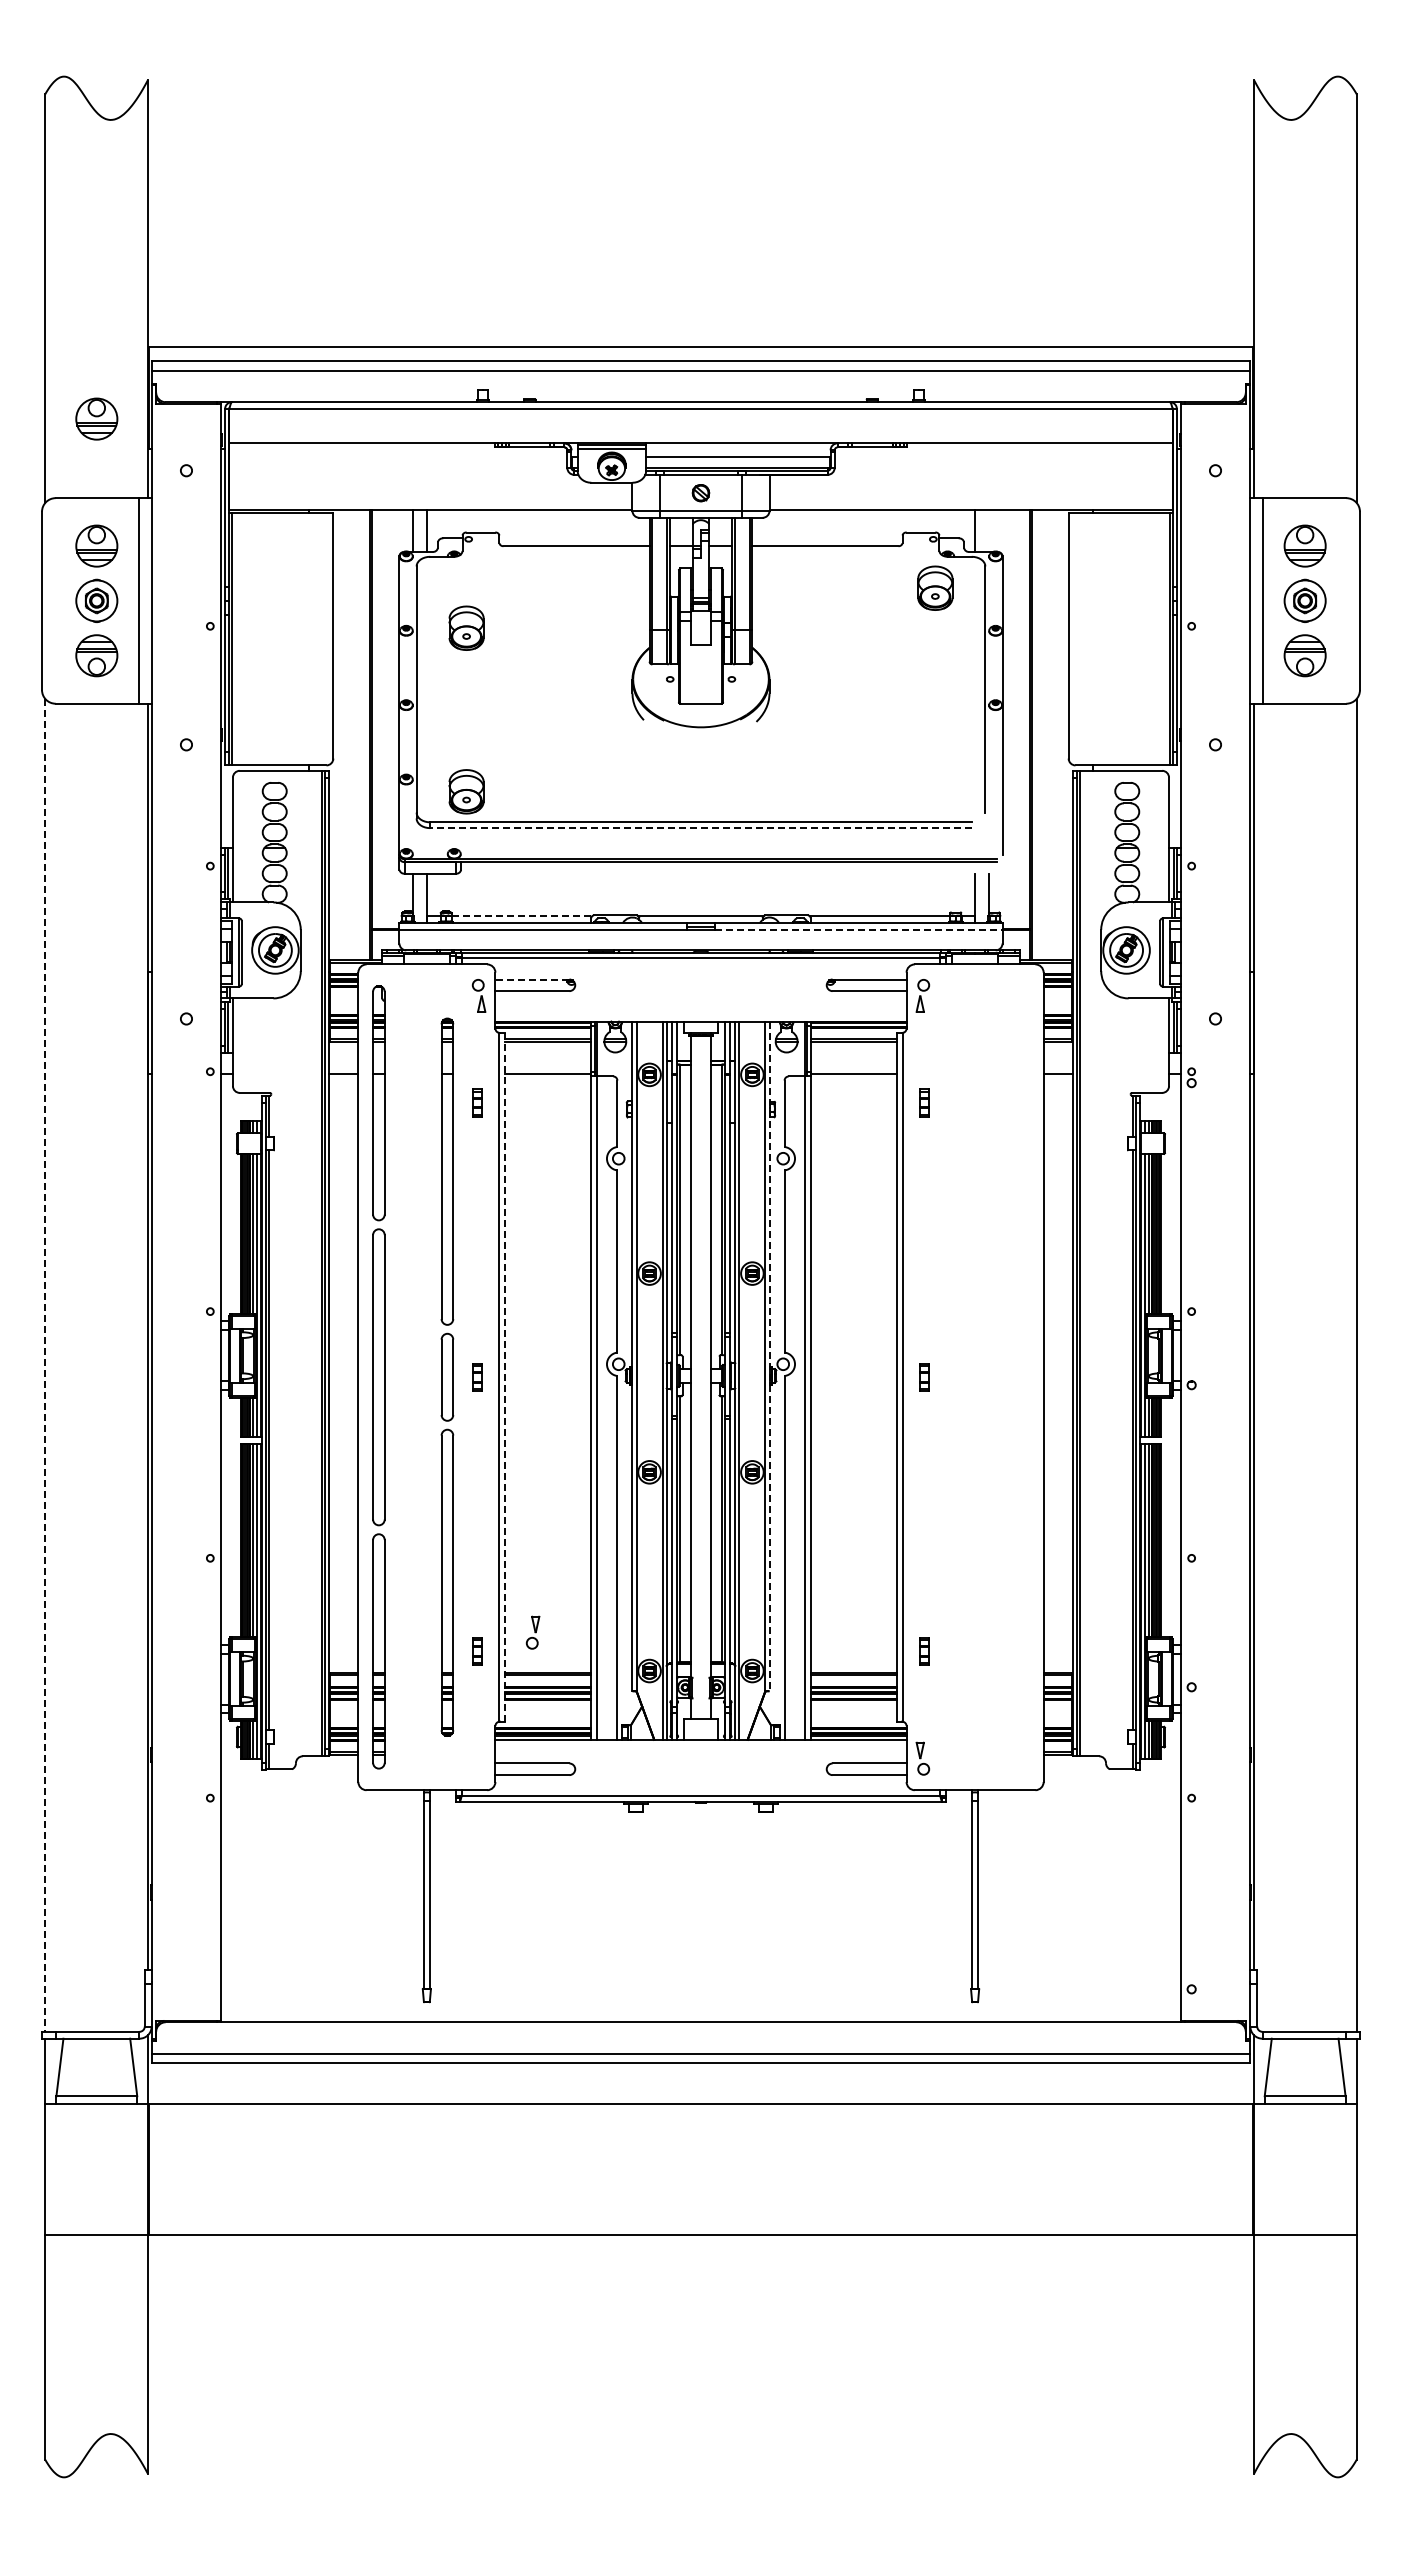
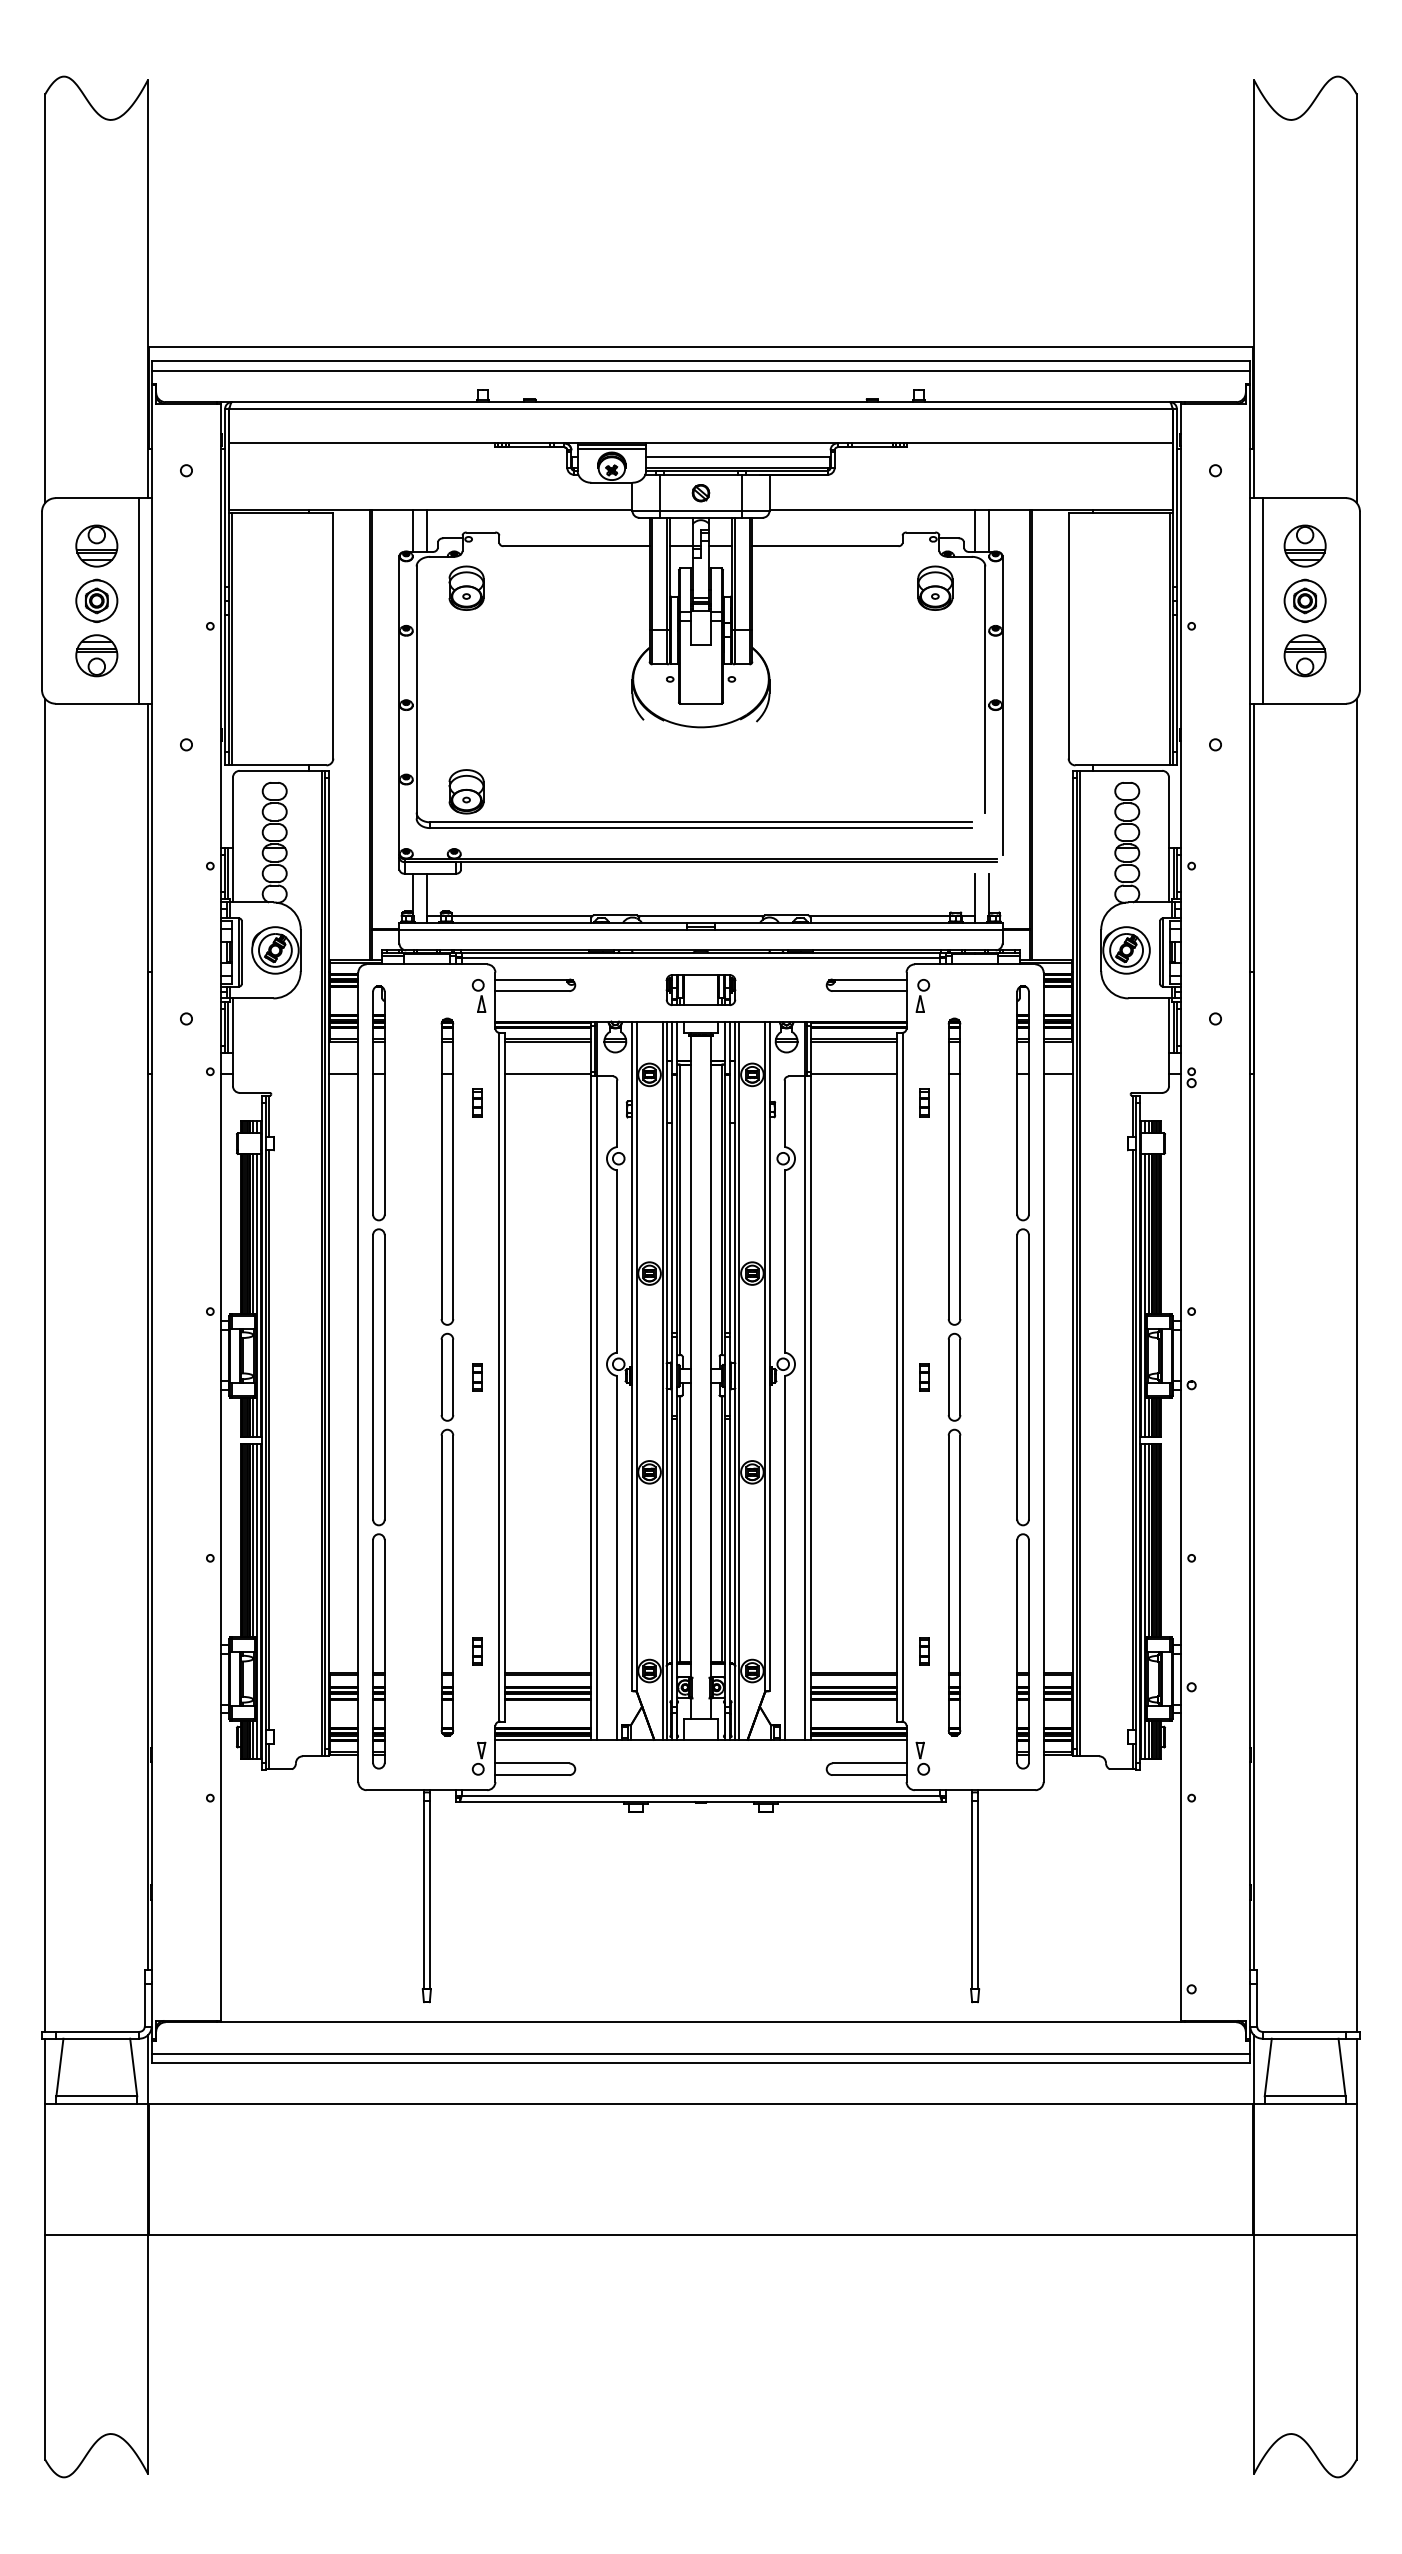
part at (96, 418): present -> none
line at (988, 530): none -> present
part at (466, 627) position: (466, 627) -> (466, 587)
line at (701, 828): dashed -> solid
line at (522, 916): dashed -> solid
line at (858, 929): dashed -> solid
line at (531, 979): dashed -> solid
part at (700, 989): none -> present
line at (769, 1356): dashed -> solid
line at (45, 1365): dashed -> solid
part at (954, 1376): none -> present
line at (505, 1377): dashed -> solid
part at (1022, 1377): none -> present
part at (532, 1632) position: (532, 1632) -> (478, 1758)
